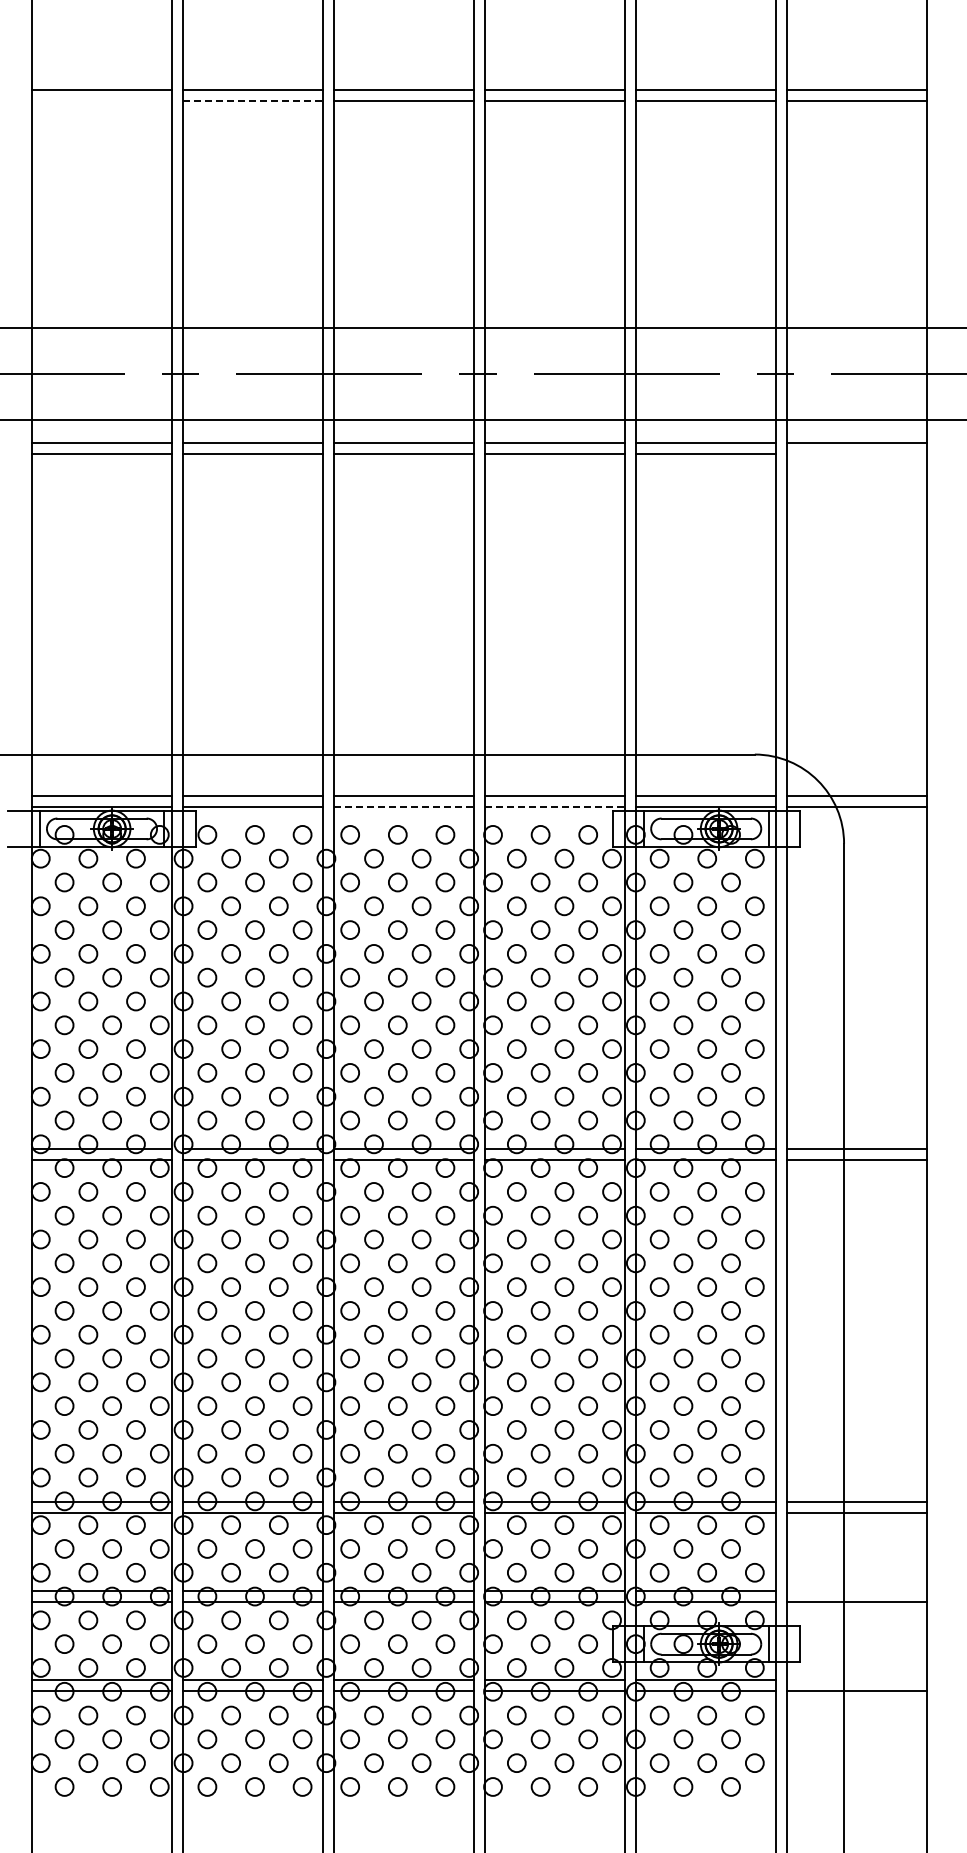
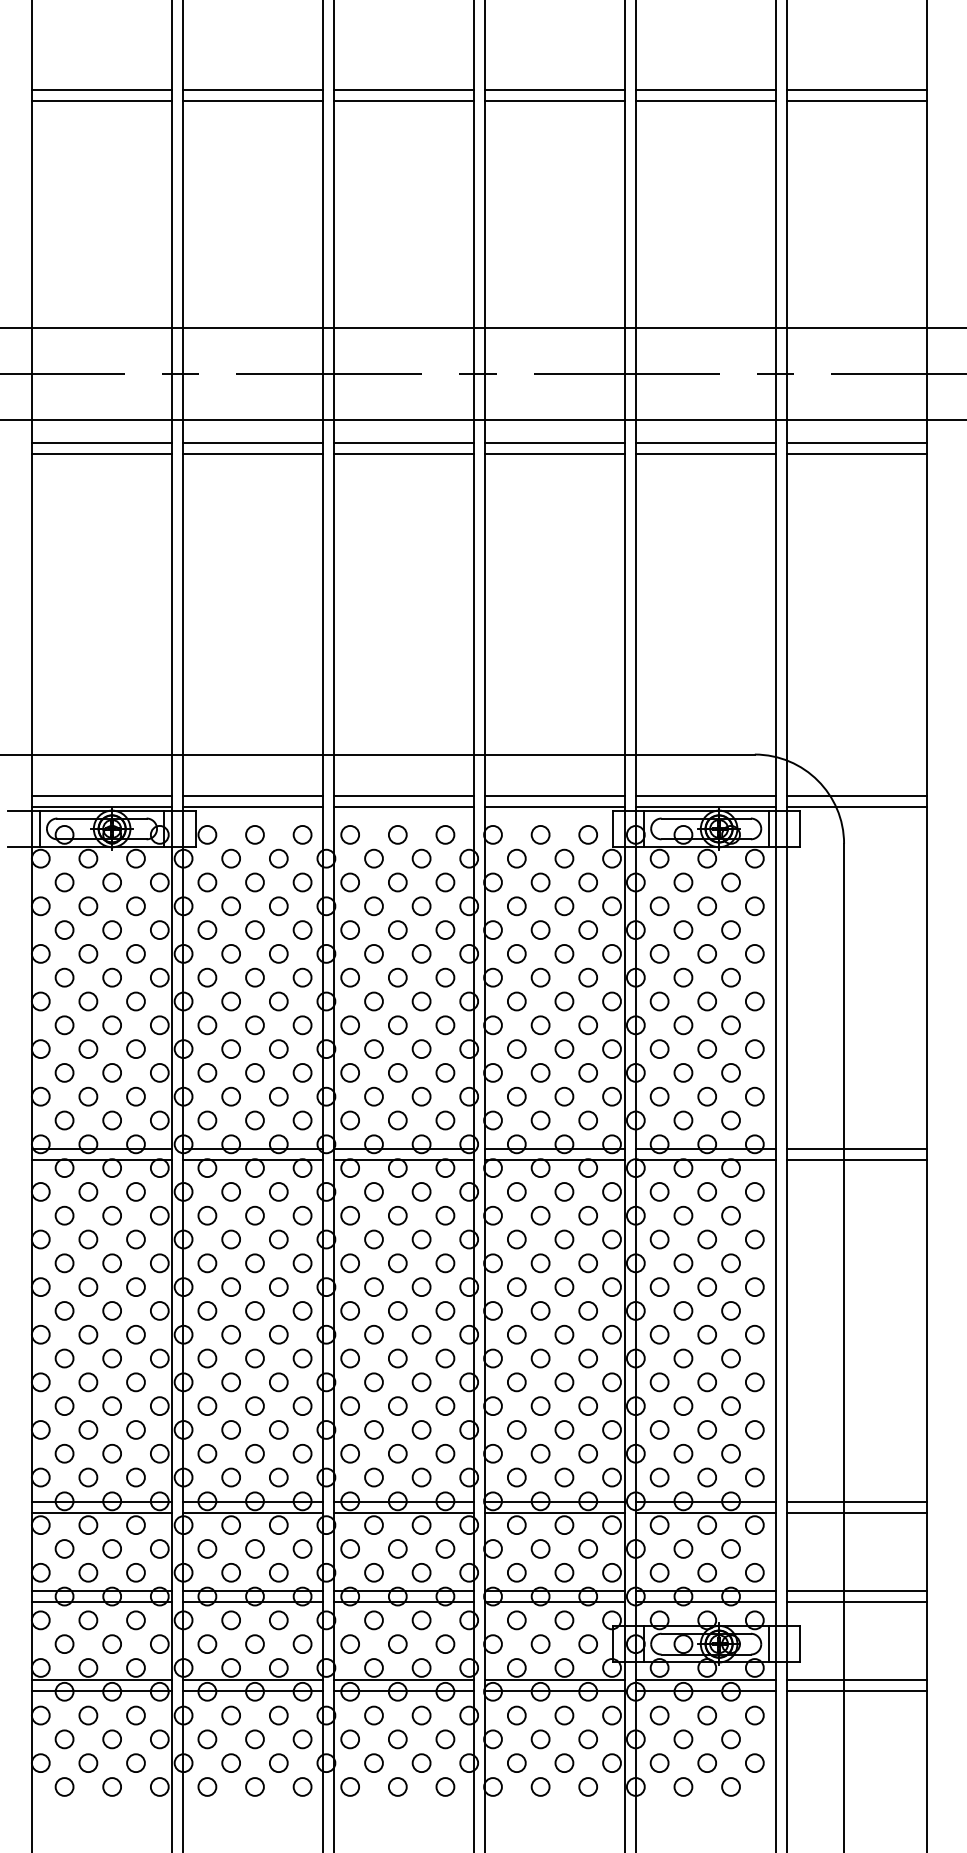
line at (101, 100): none -> present
line at (253, 100): dashed -> solid
line at (857, 453): none -> present
line at (404, 806): dashed -> solid
line at (555, 806): dashed -> solid
line at (857, 1591): none -> present
line at (857, 1680): none -> present
